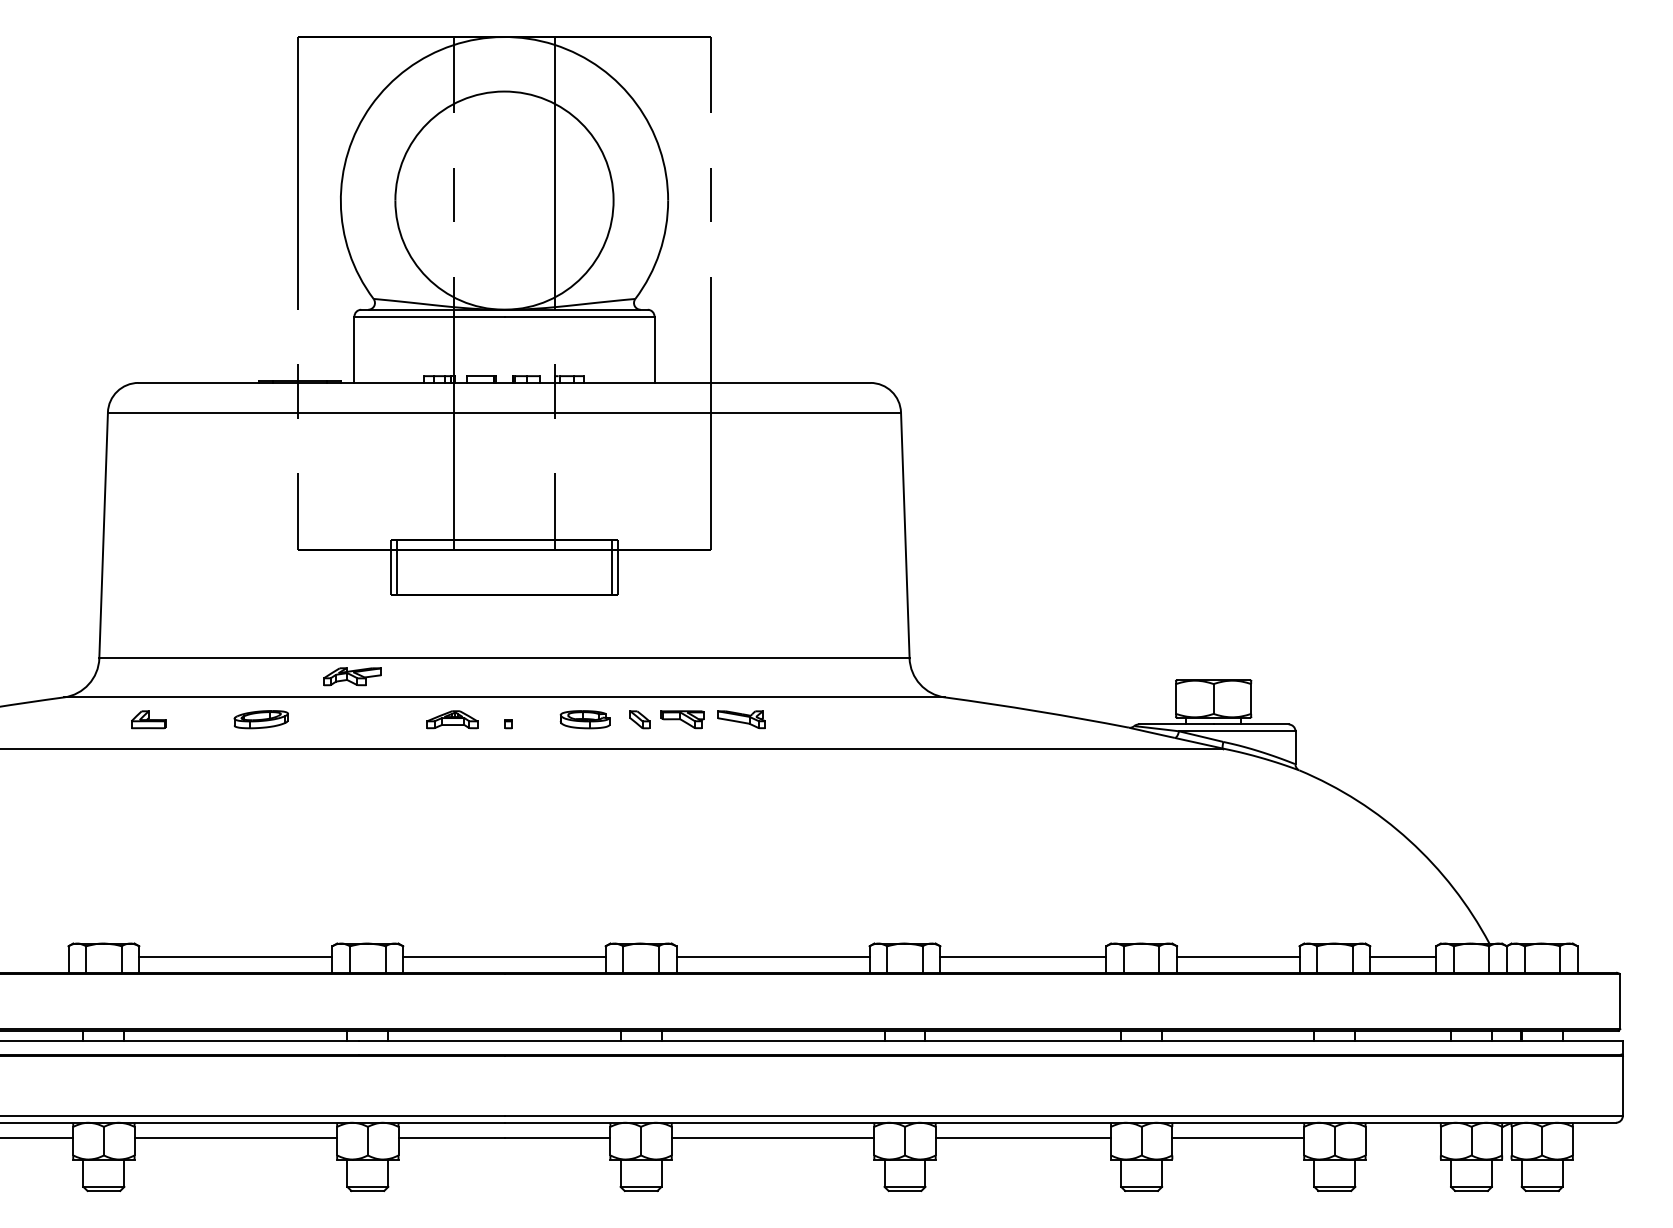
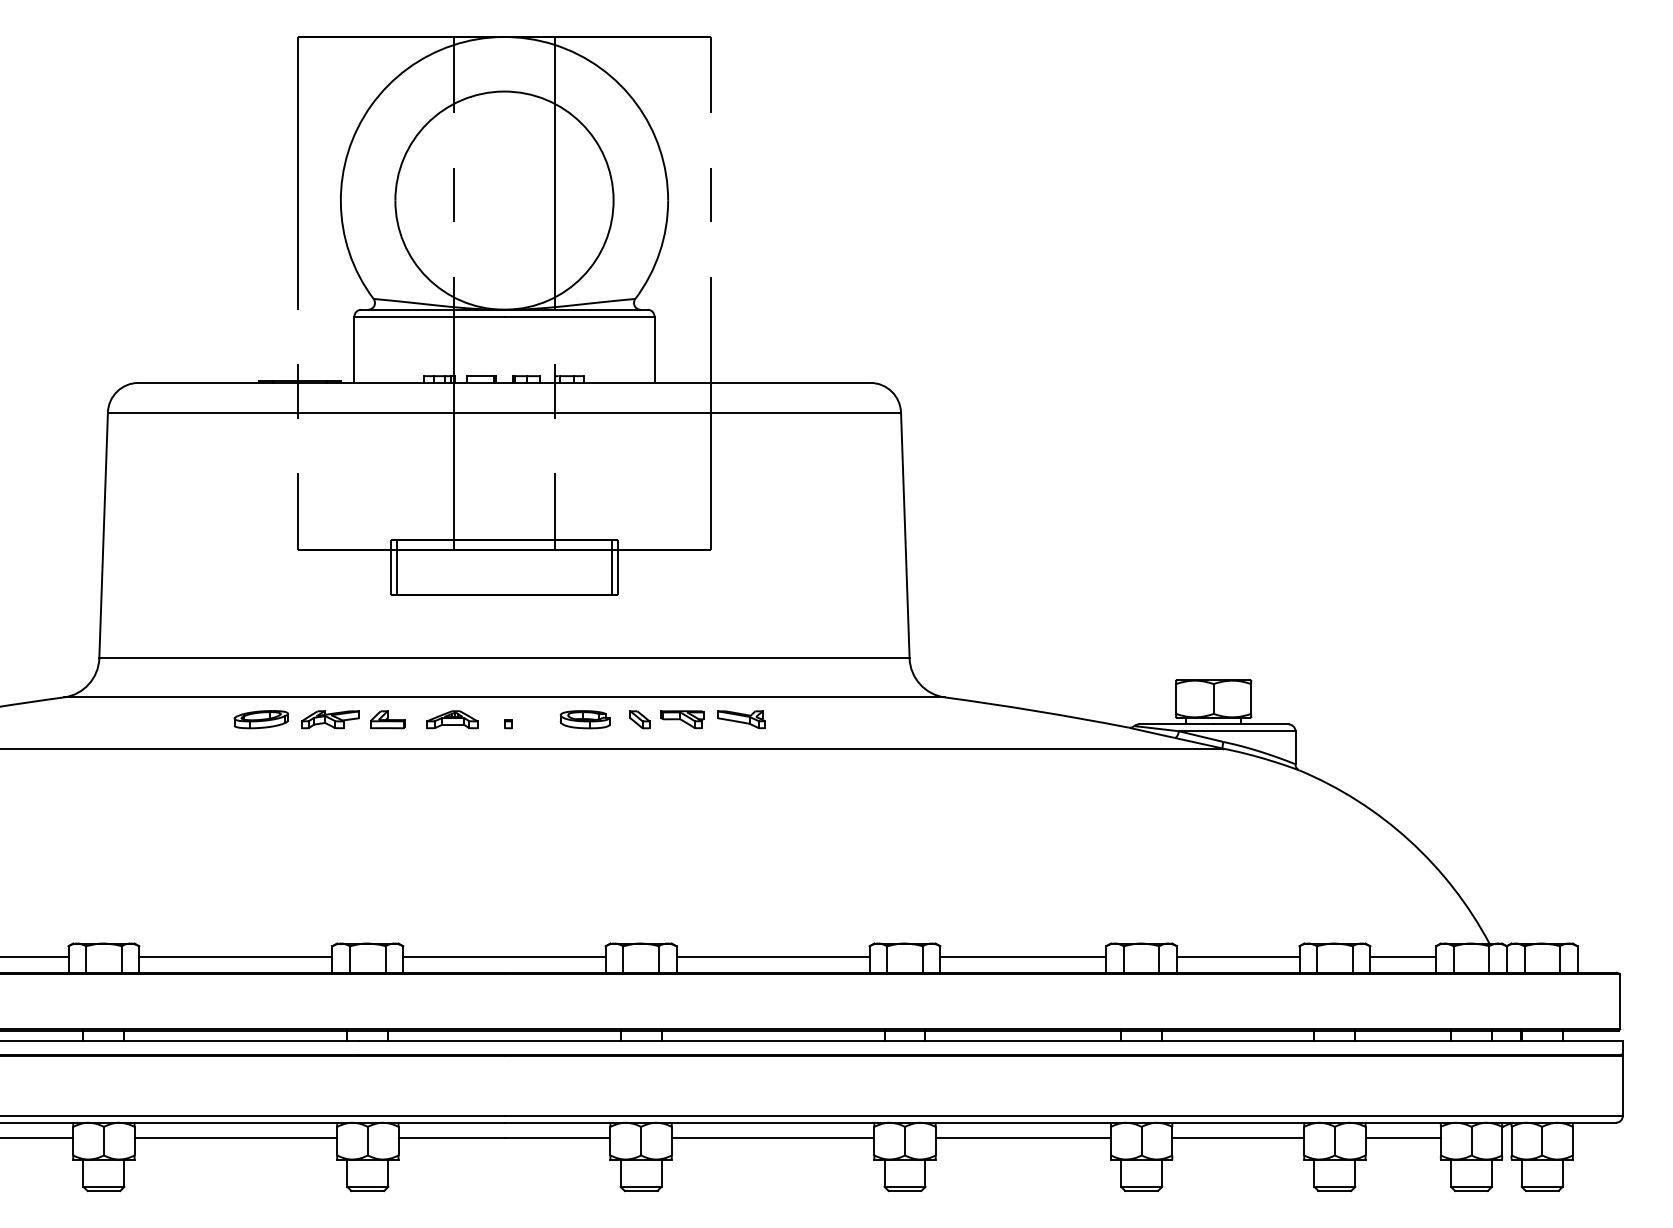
part at (352, 676) position: (352, 676) -> (330, 719)
part at (148, 719) position: (148, 719) -> (387, 719)
line at (35, 957): none -> present
line at (1402, 1137): none -> present
